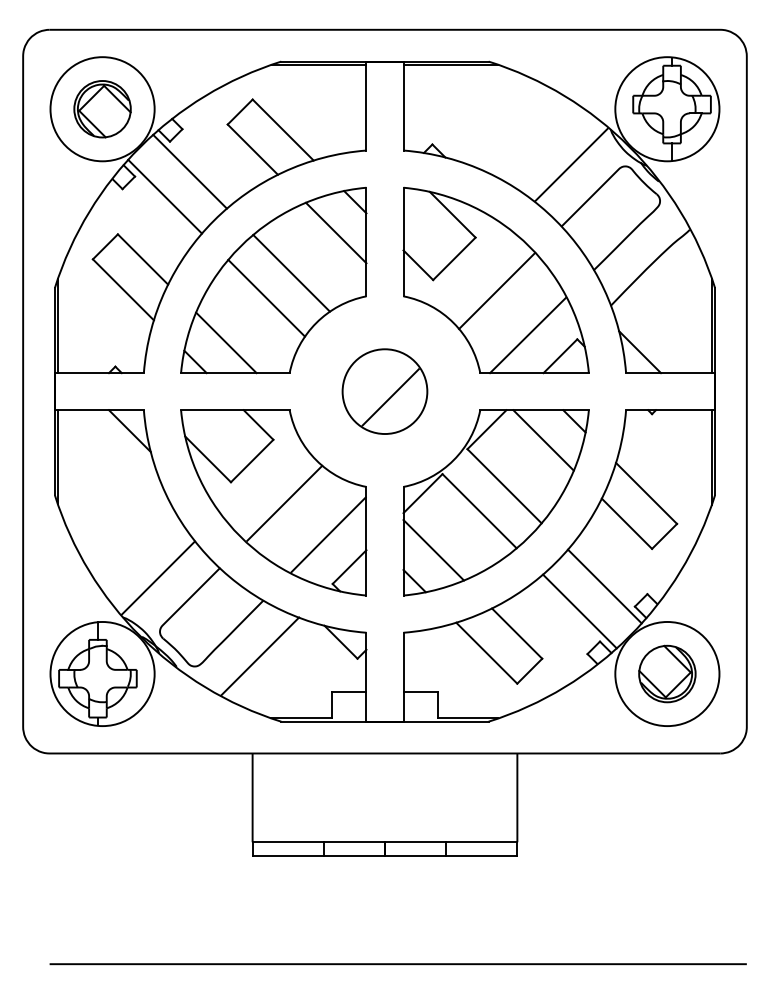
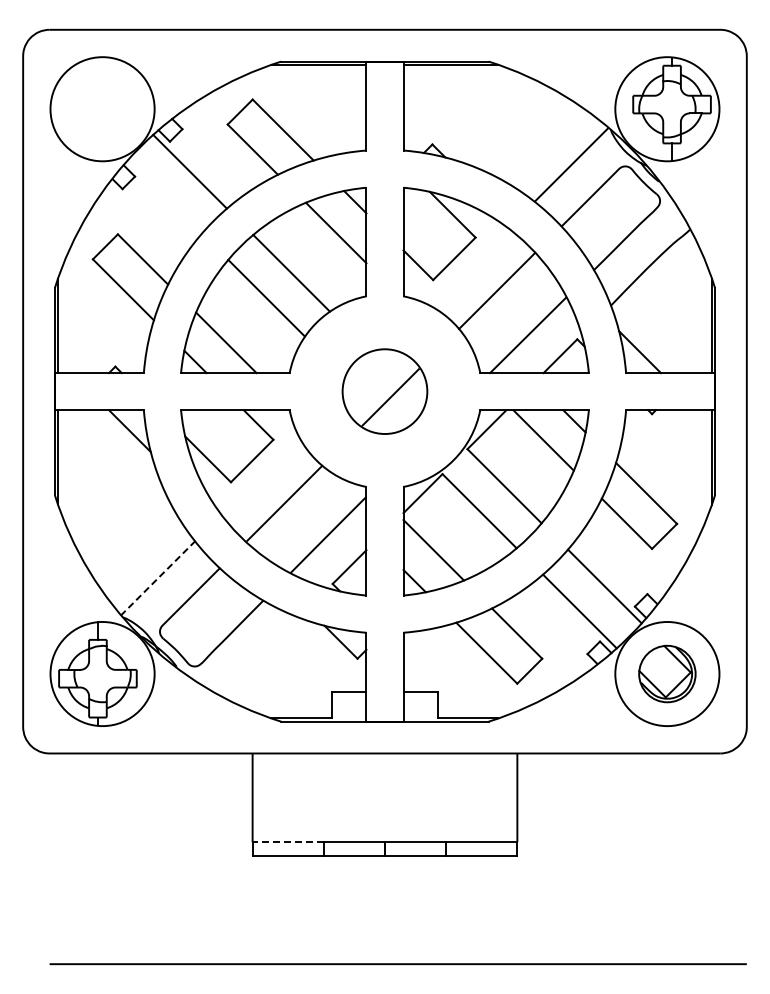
part at (102, 109): present -> none
line at (164, 196): present -> none
line at (157, 579): solid -> dashed
line at (260, 656): present -> none
line at (287, 842): solid -> dashed
